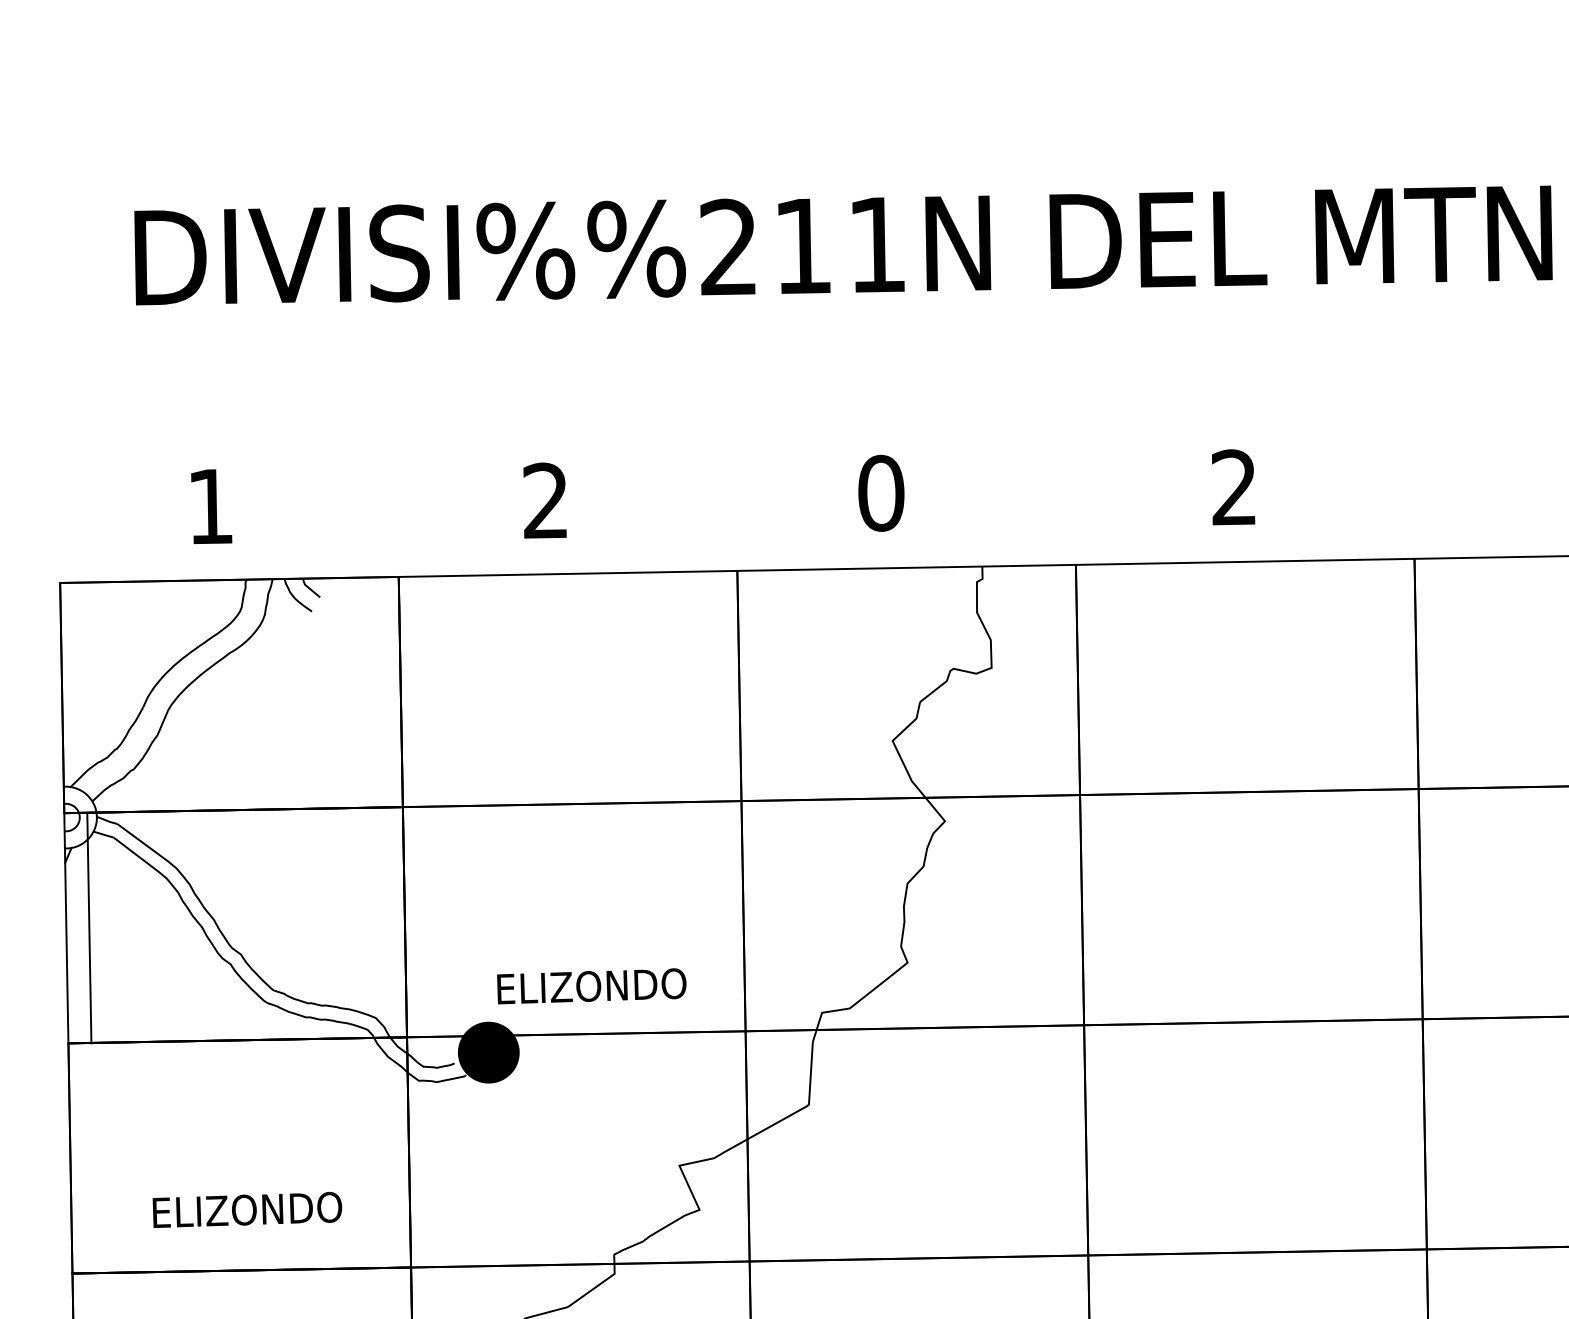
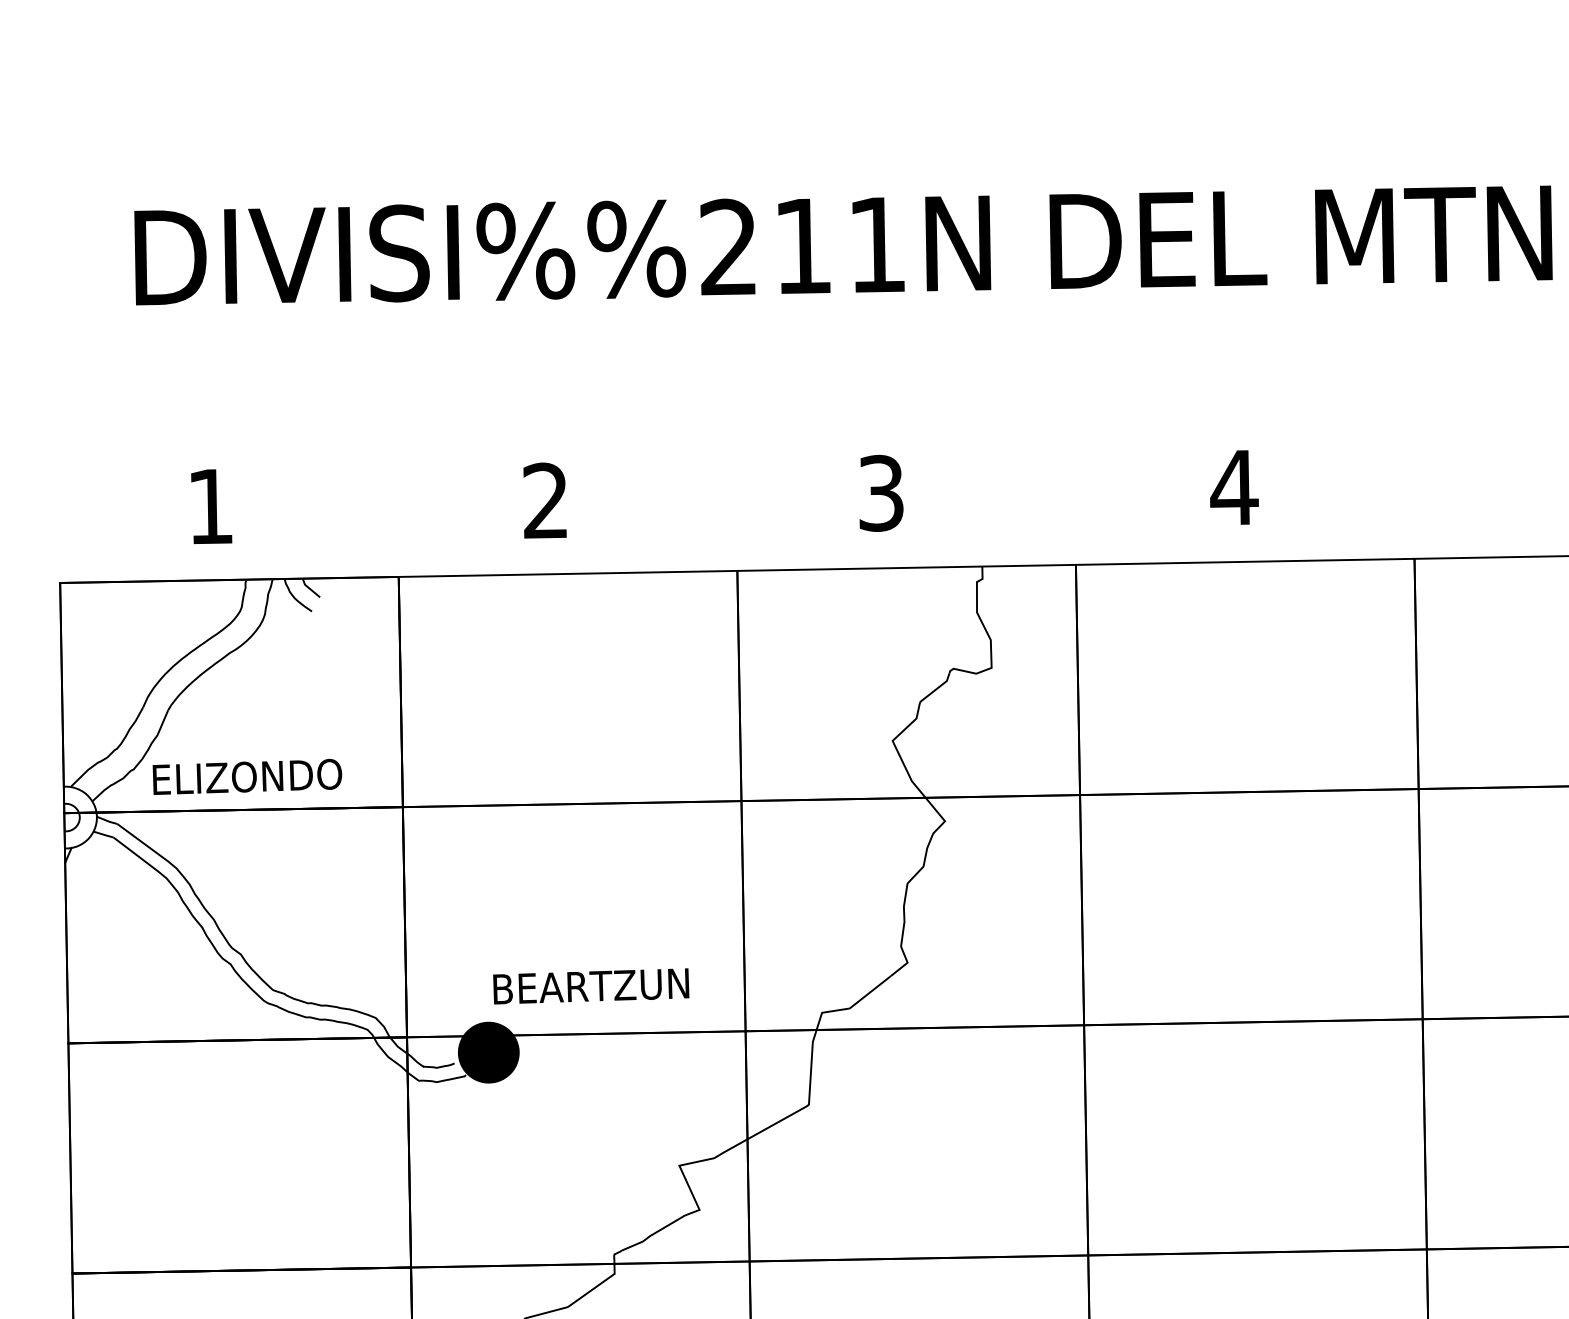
text at (1234, 487): 2 -> 4
text at (881, 492): 0 -> 3
line at (89, 928) position: (89, 928) -> (66, 928)
text at (591, 986): ELIZONDO -> BEARTZUN
text at (247, 1209) position: (247, 1209) -> (247, 776)
